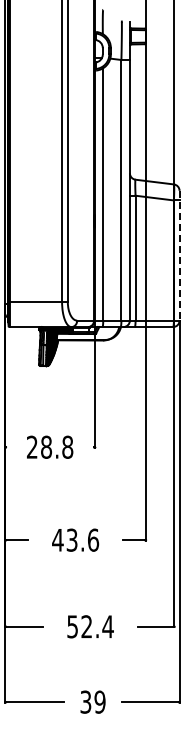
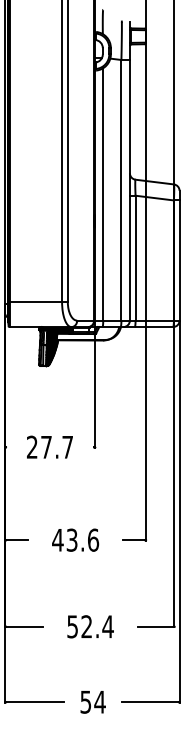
line at (179, 255): dashed -> solid
text at (57, 446): 28.8 -> 27.7
text at (93, 701): 39 -> 54
